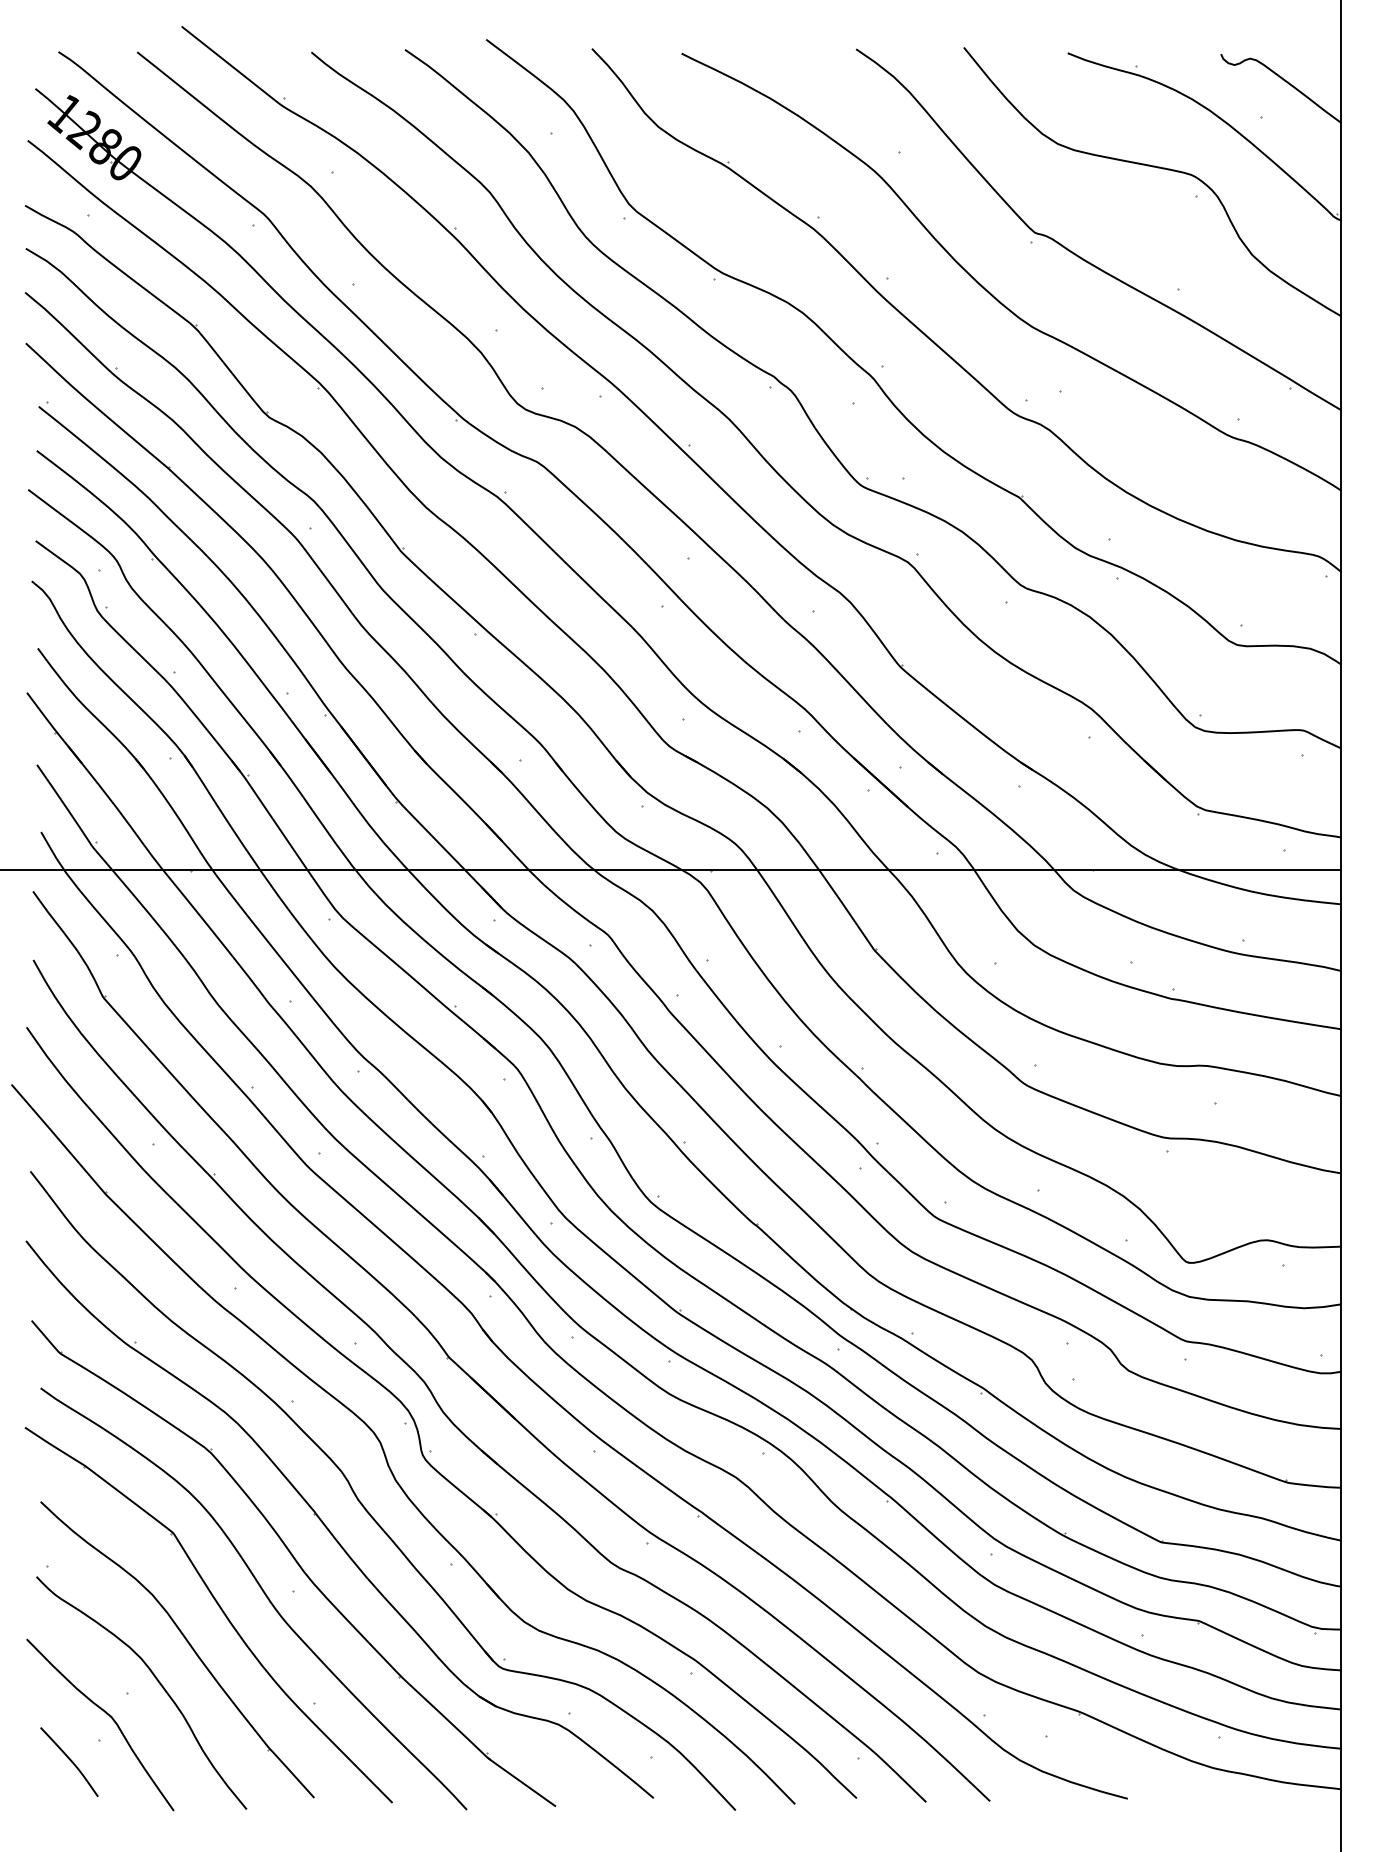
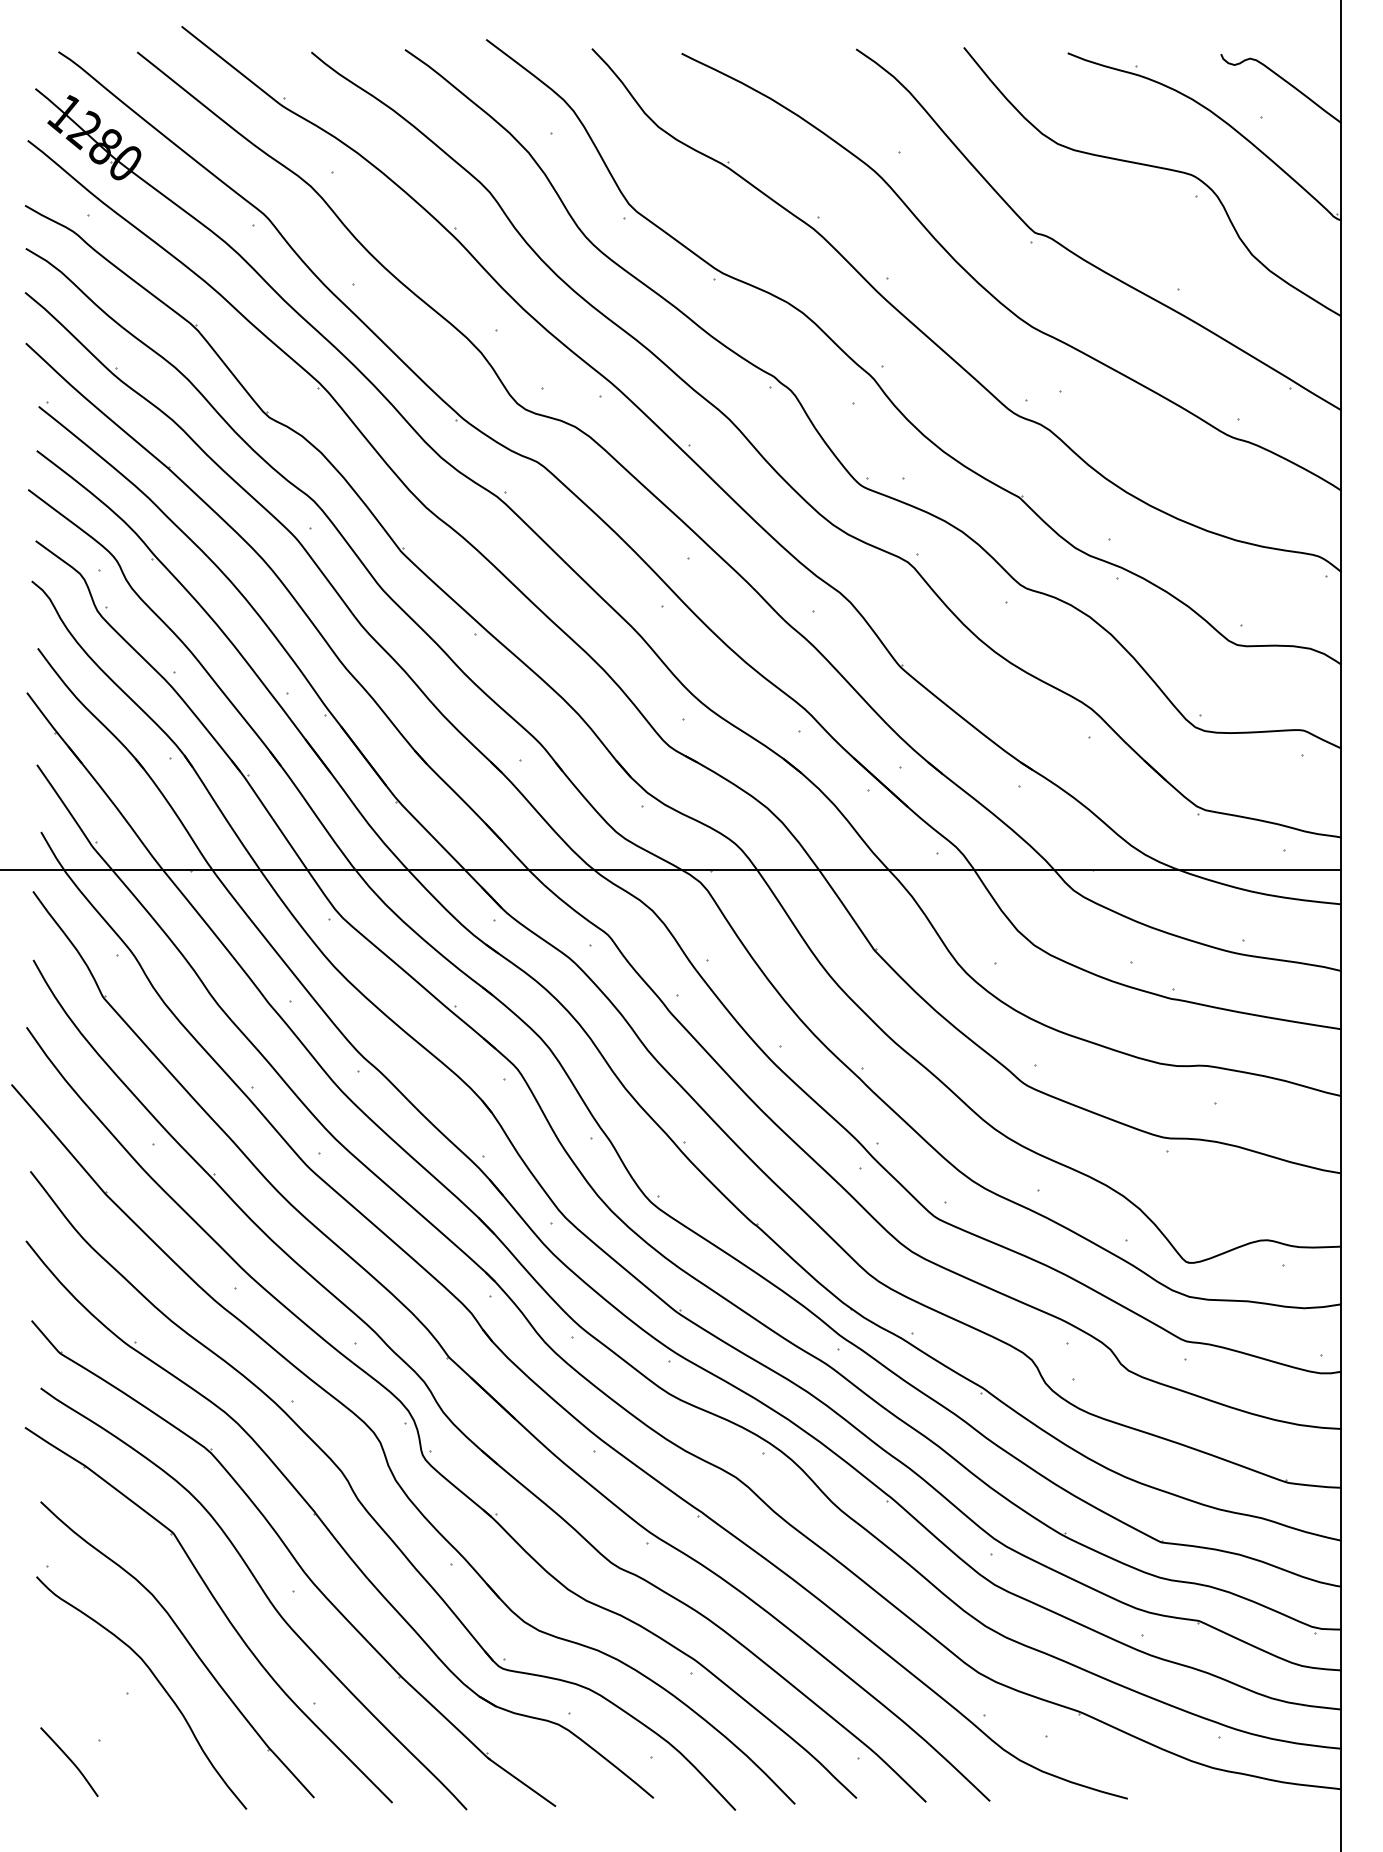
curve at (106, 1714): present -> none
